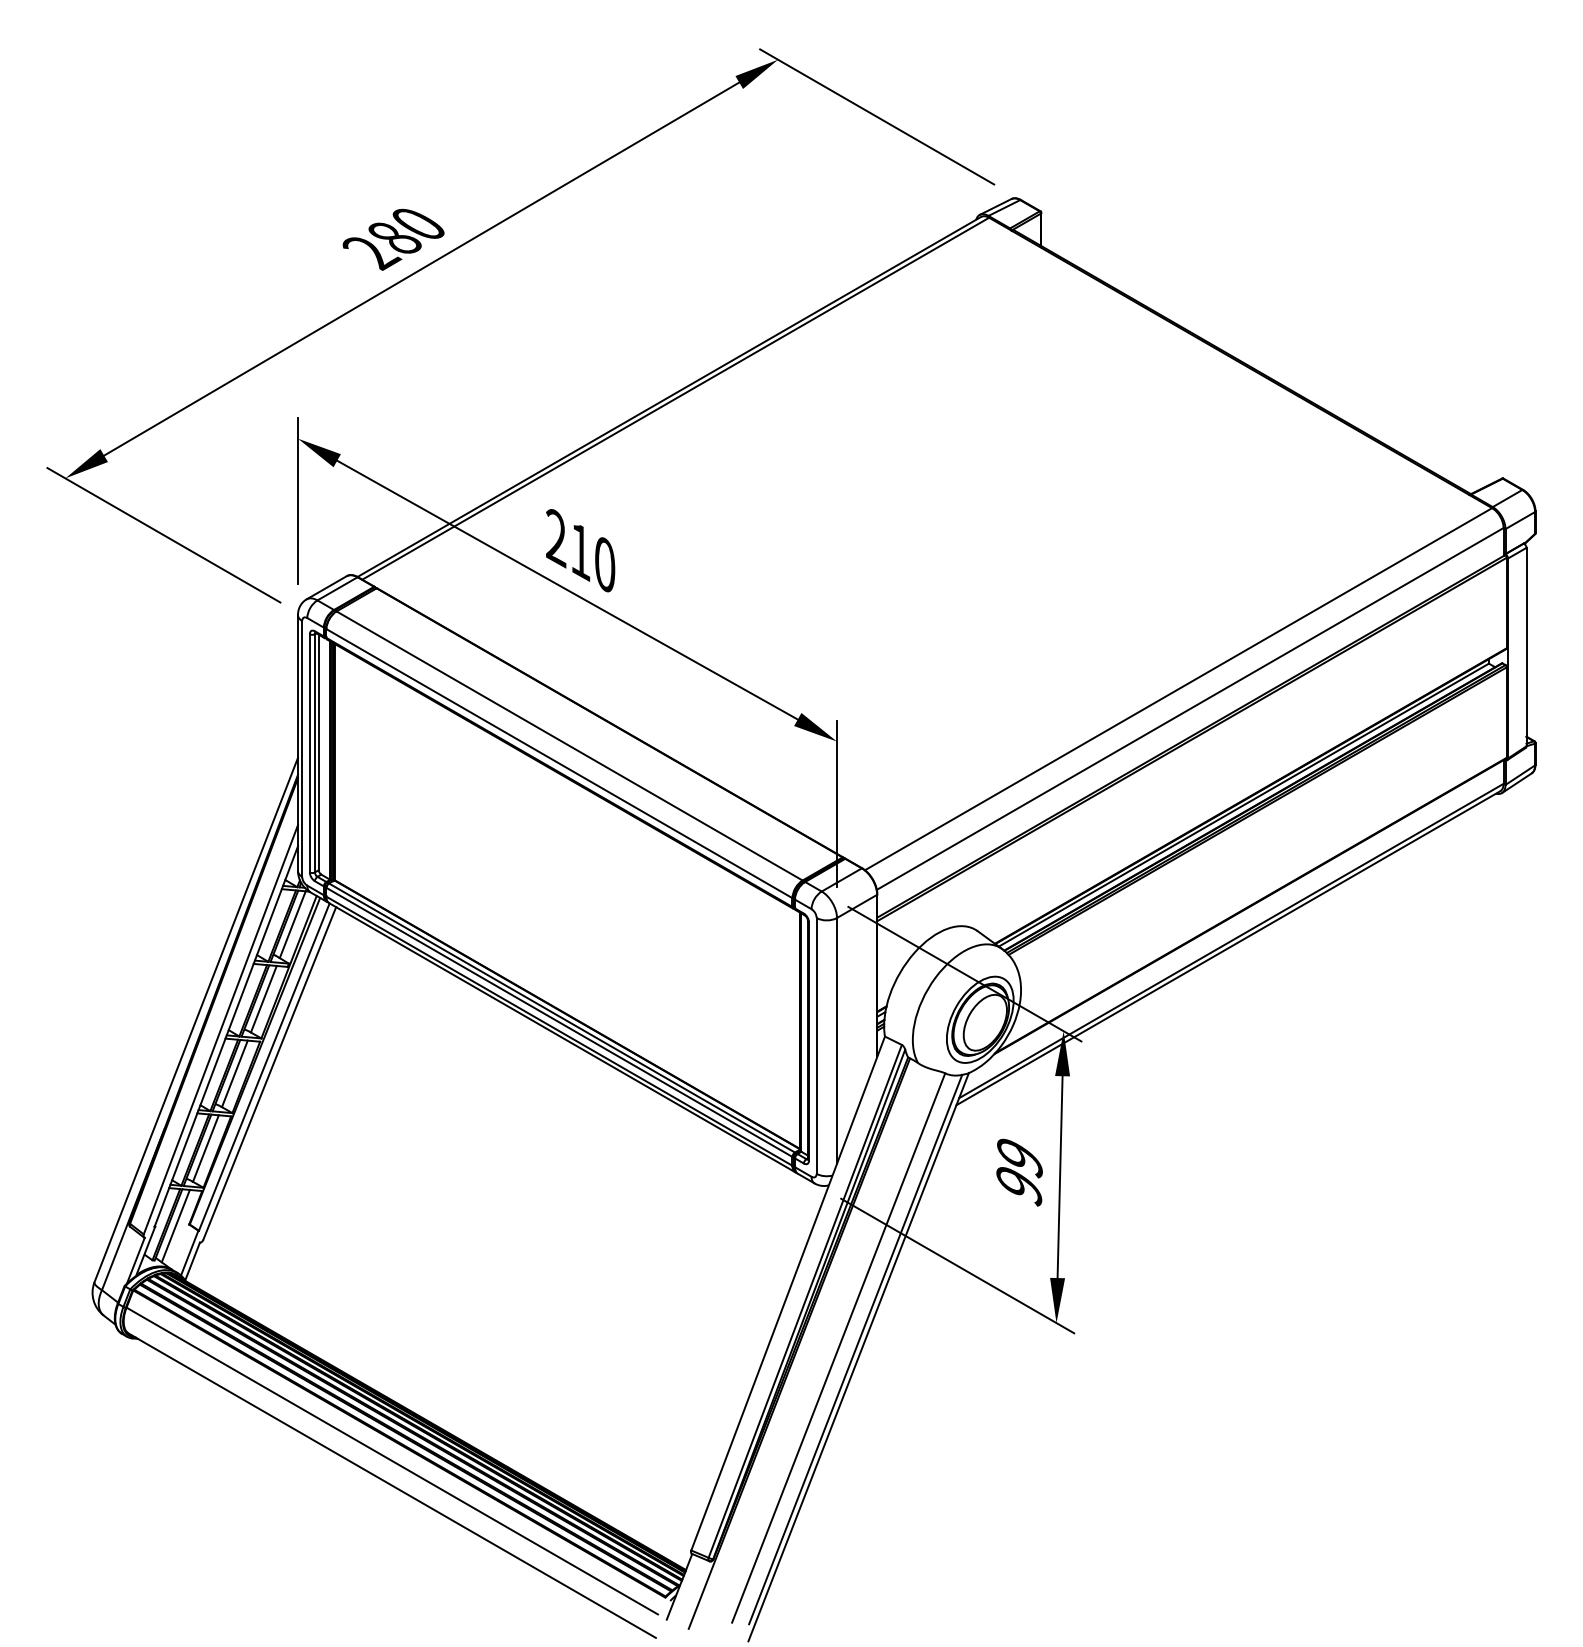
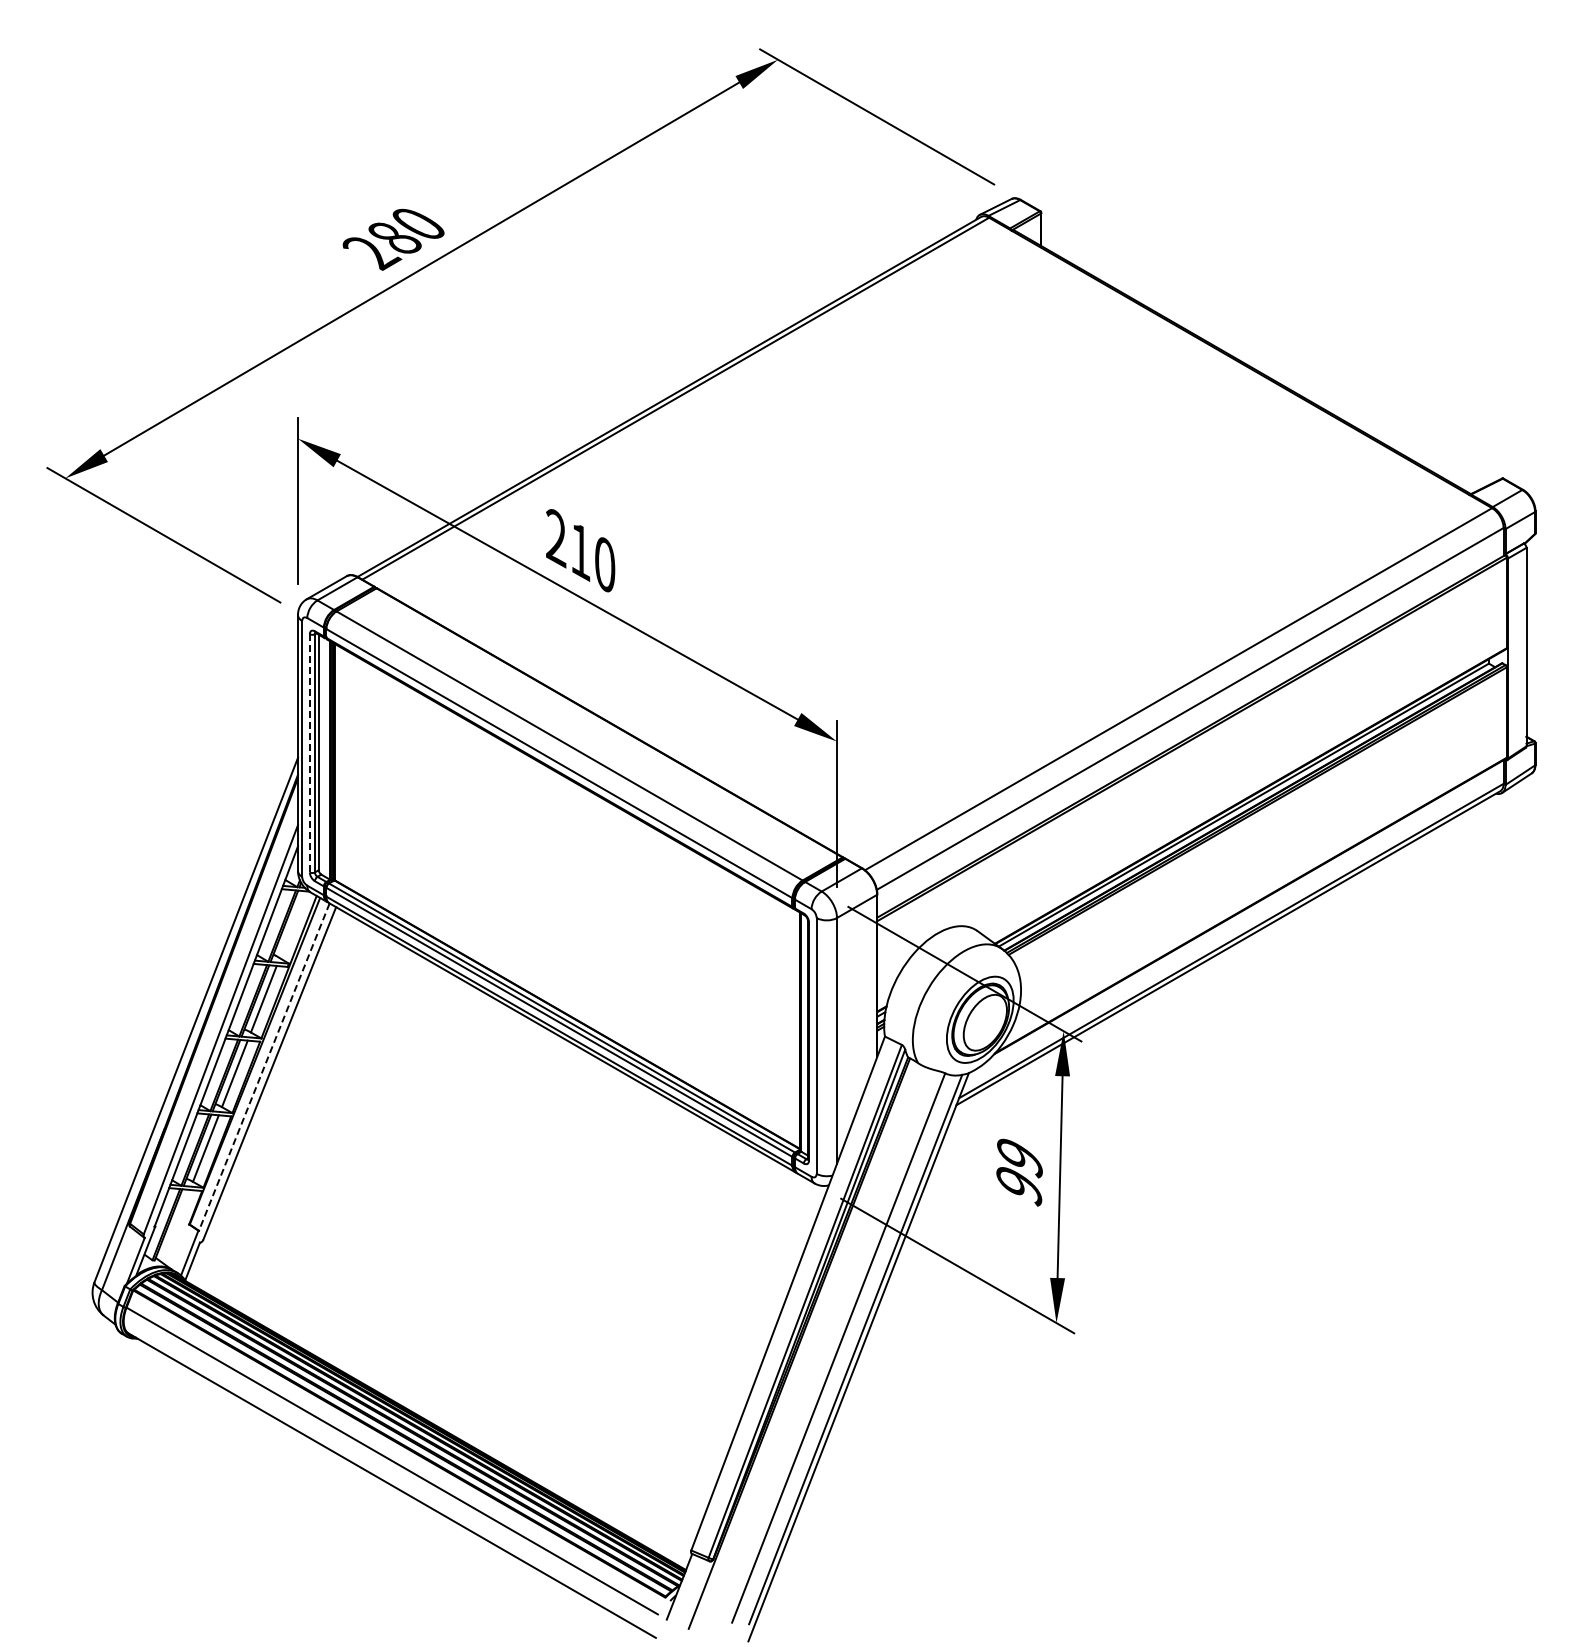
line at (309, 753): solid -> dashed
line at (292, 924): present -> none
line at (264, 1067): solid -> dashed
line at (175, 1225): present -> none
